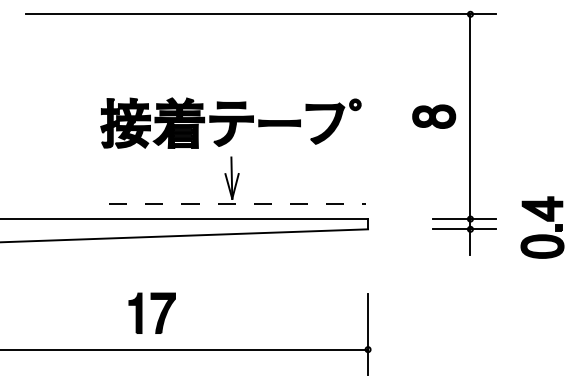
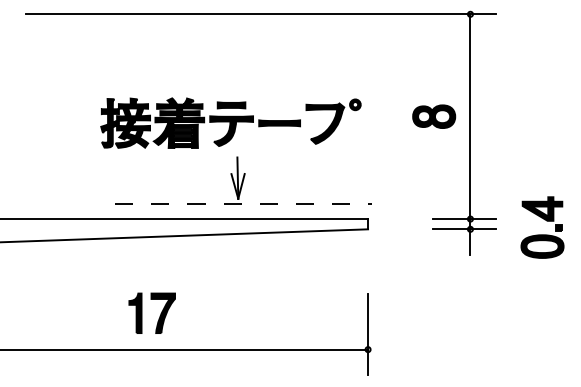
part at (237, 180) position: (237, 180) -> (243, 180)
